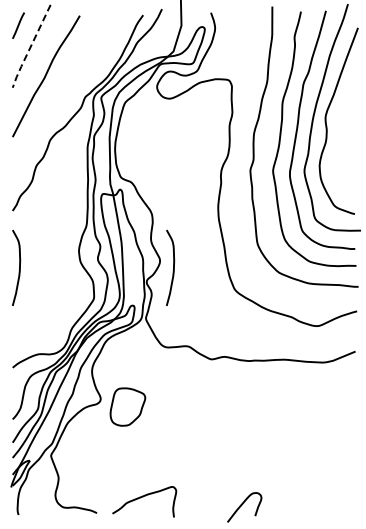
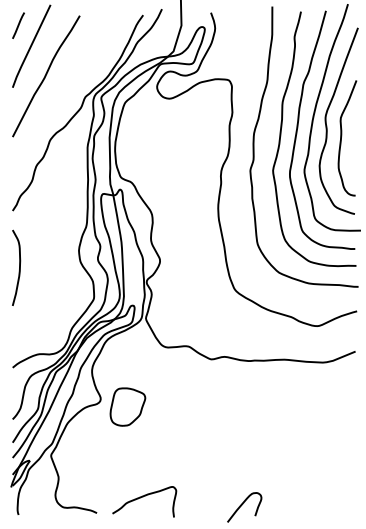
line at (30, 47): dashed -> solid
curve at (342, 136): none -> present
curve at (173, 267): present -> none
